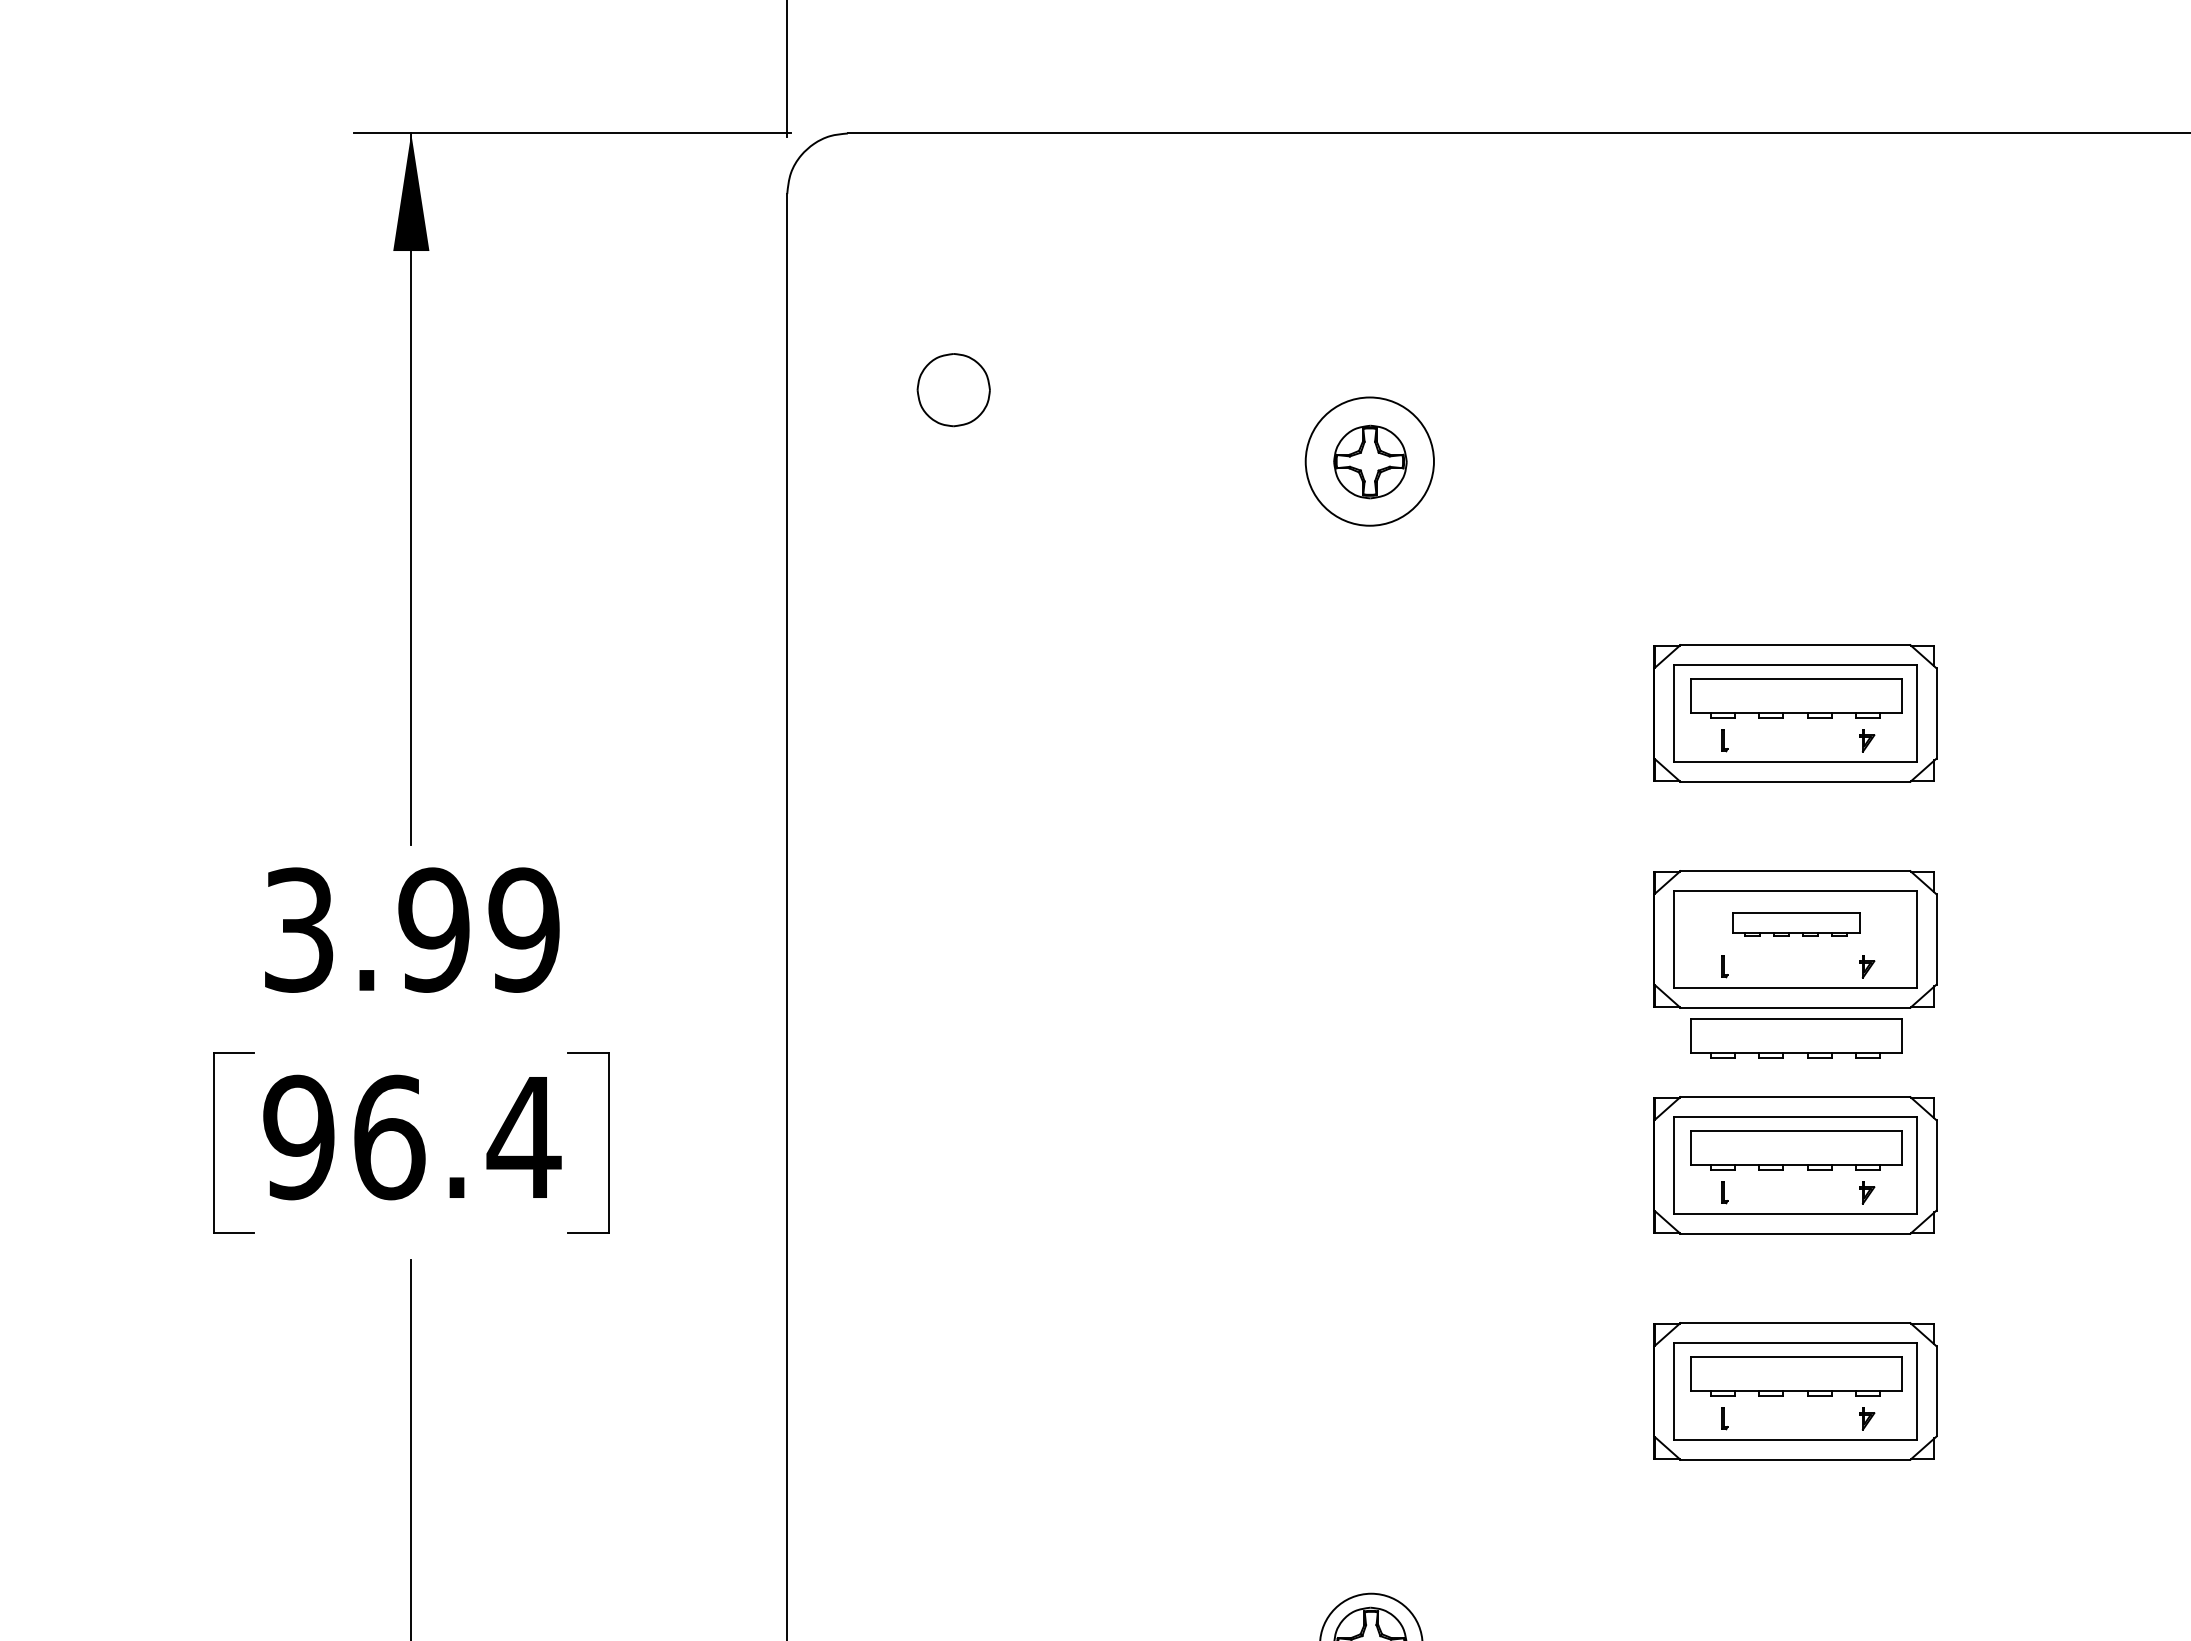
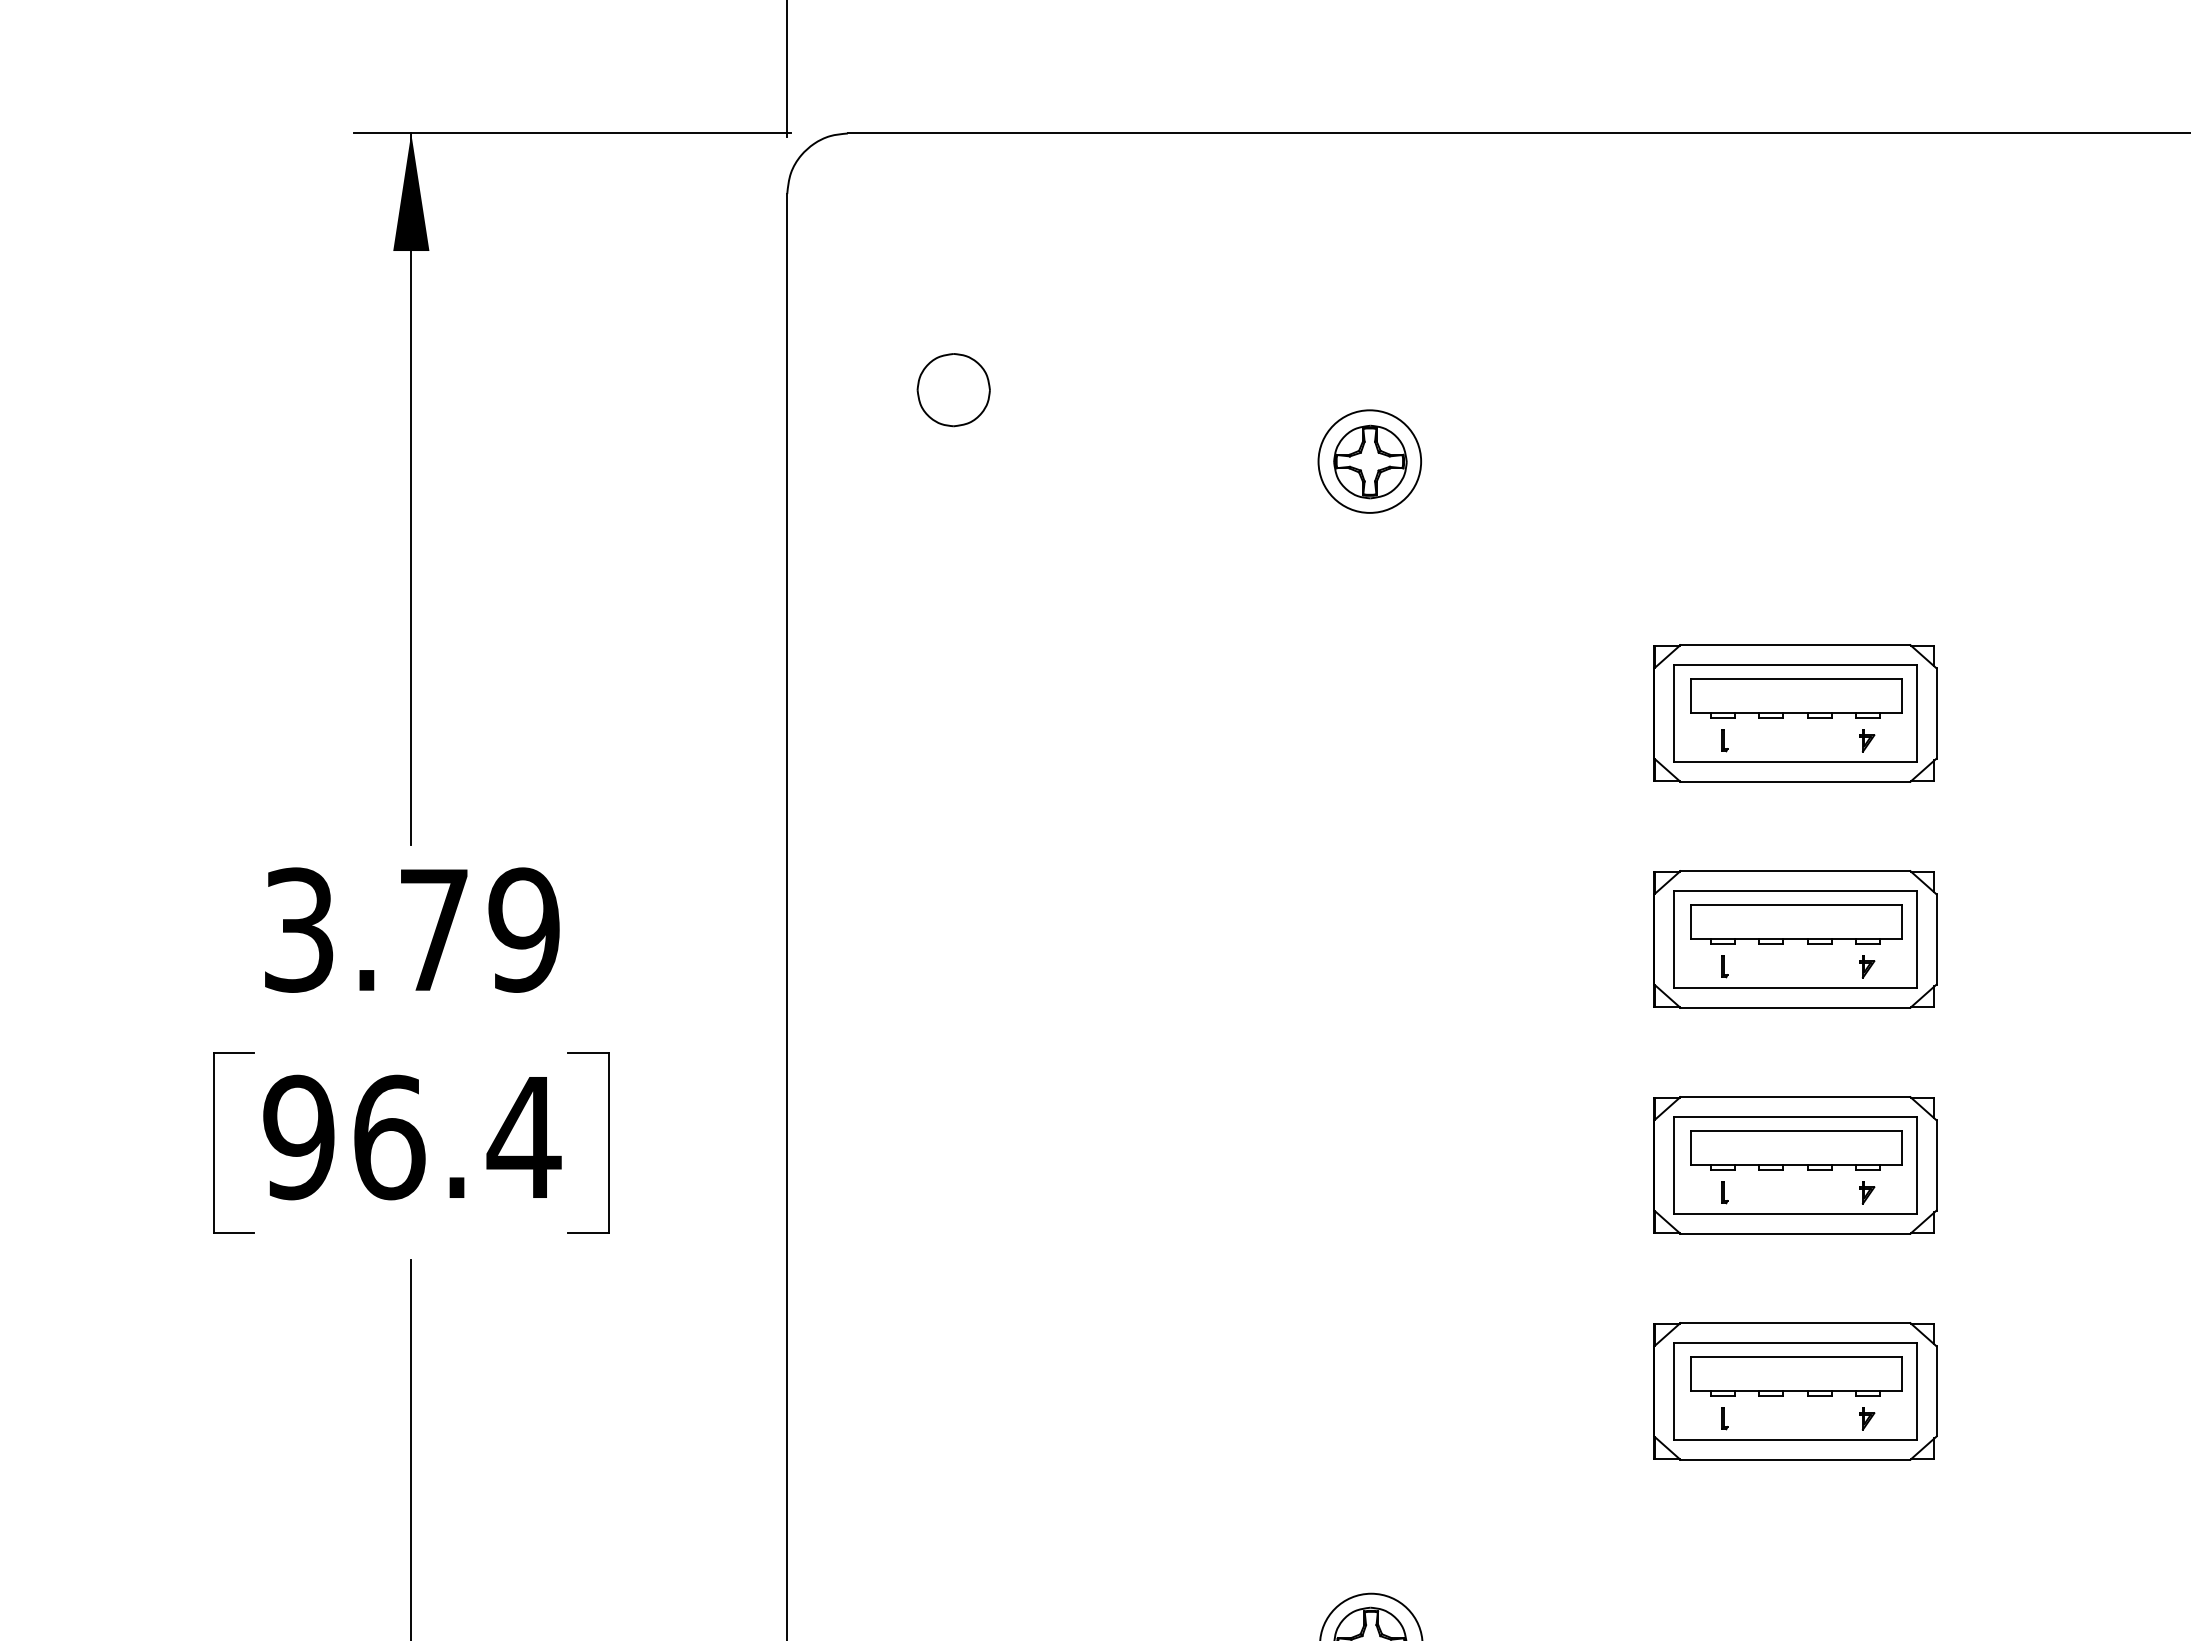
circle at (1369, 461) diameter: 128 px -> 103 px
part at (1796, 924) size: 129x25 px -> 213x41 px
text at (433, 929): 3.99 -> 3.79
part at (1796, 1038): present -> none
